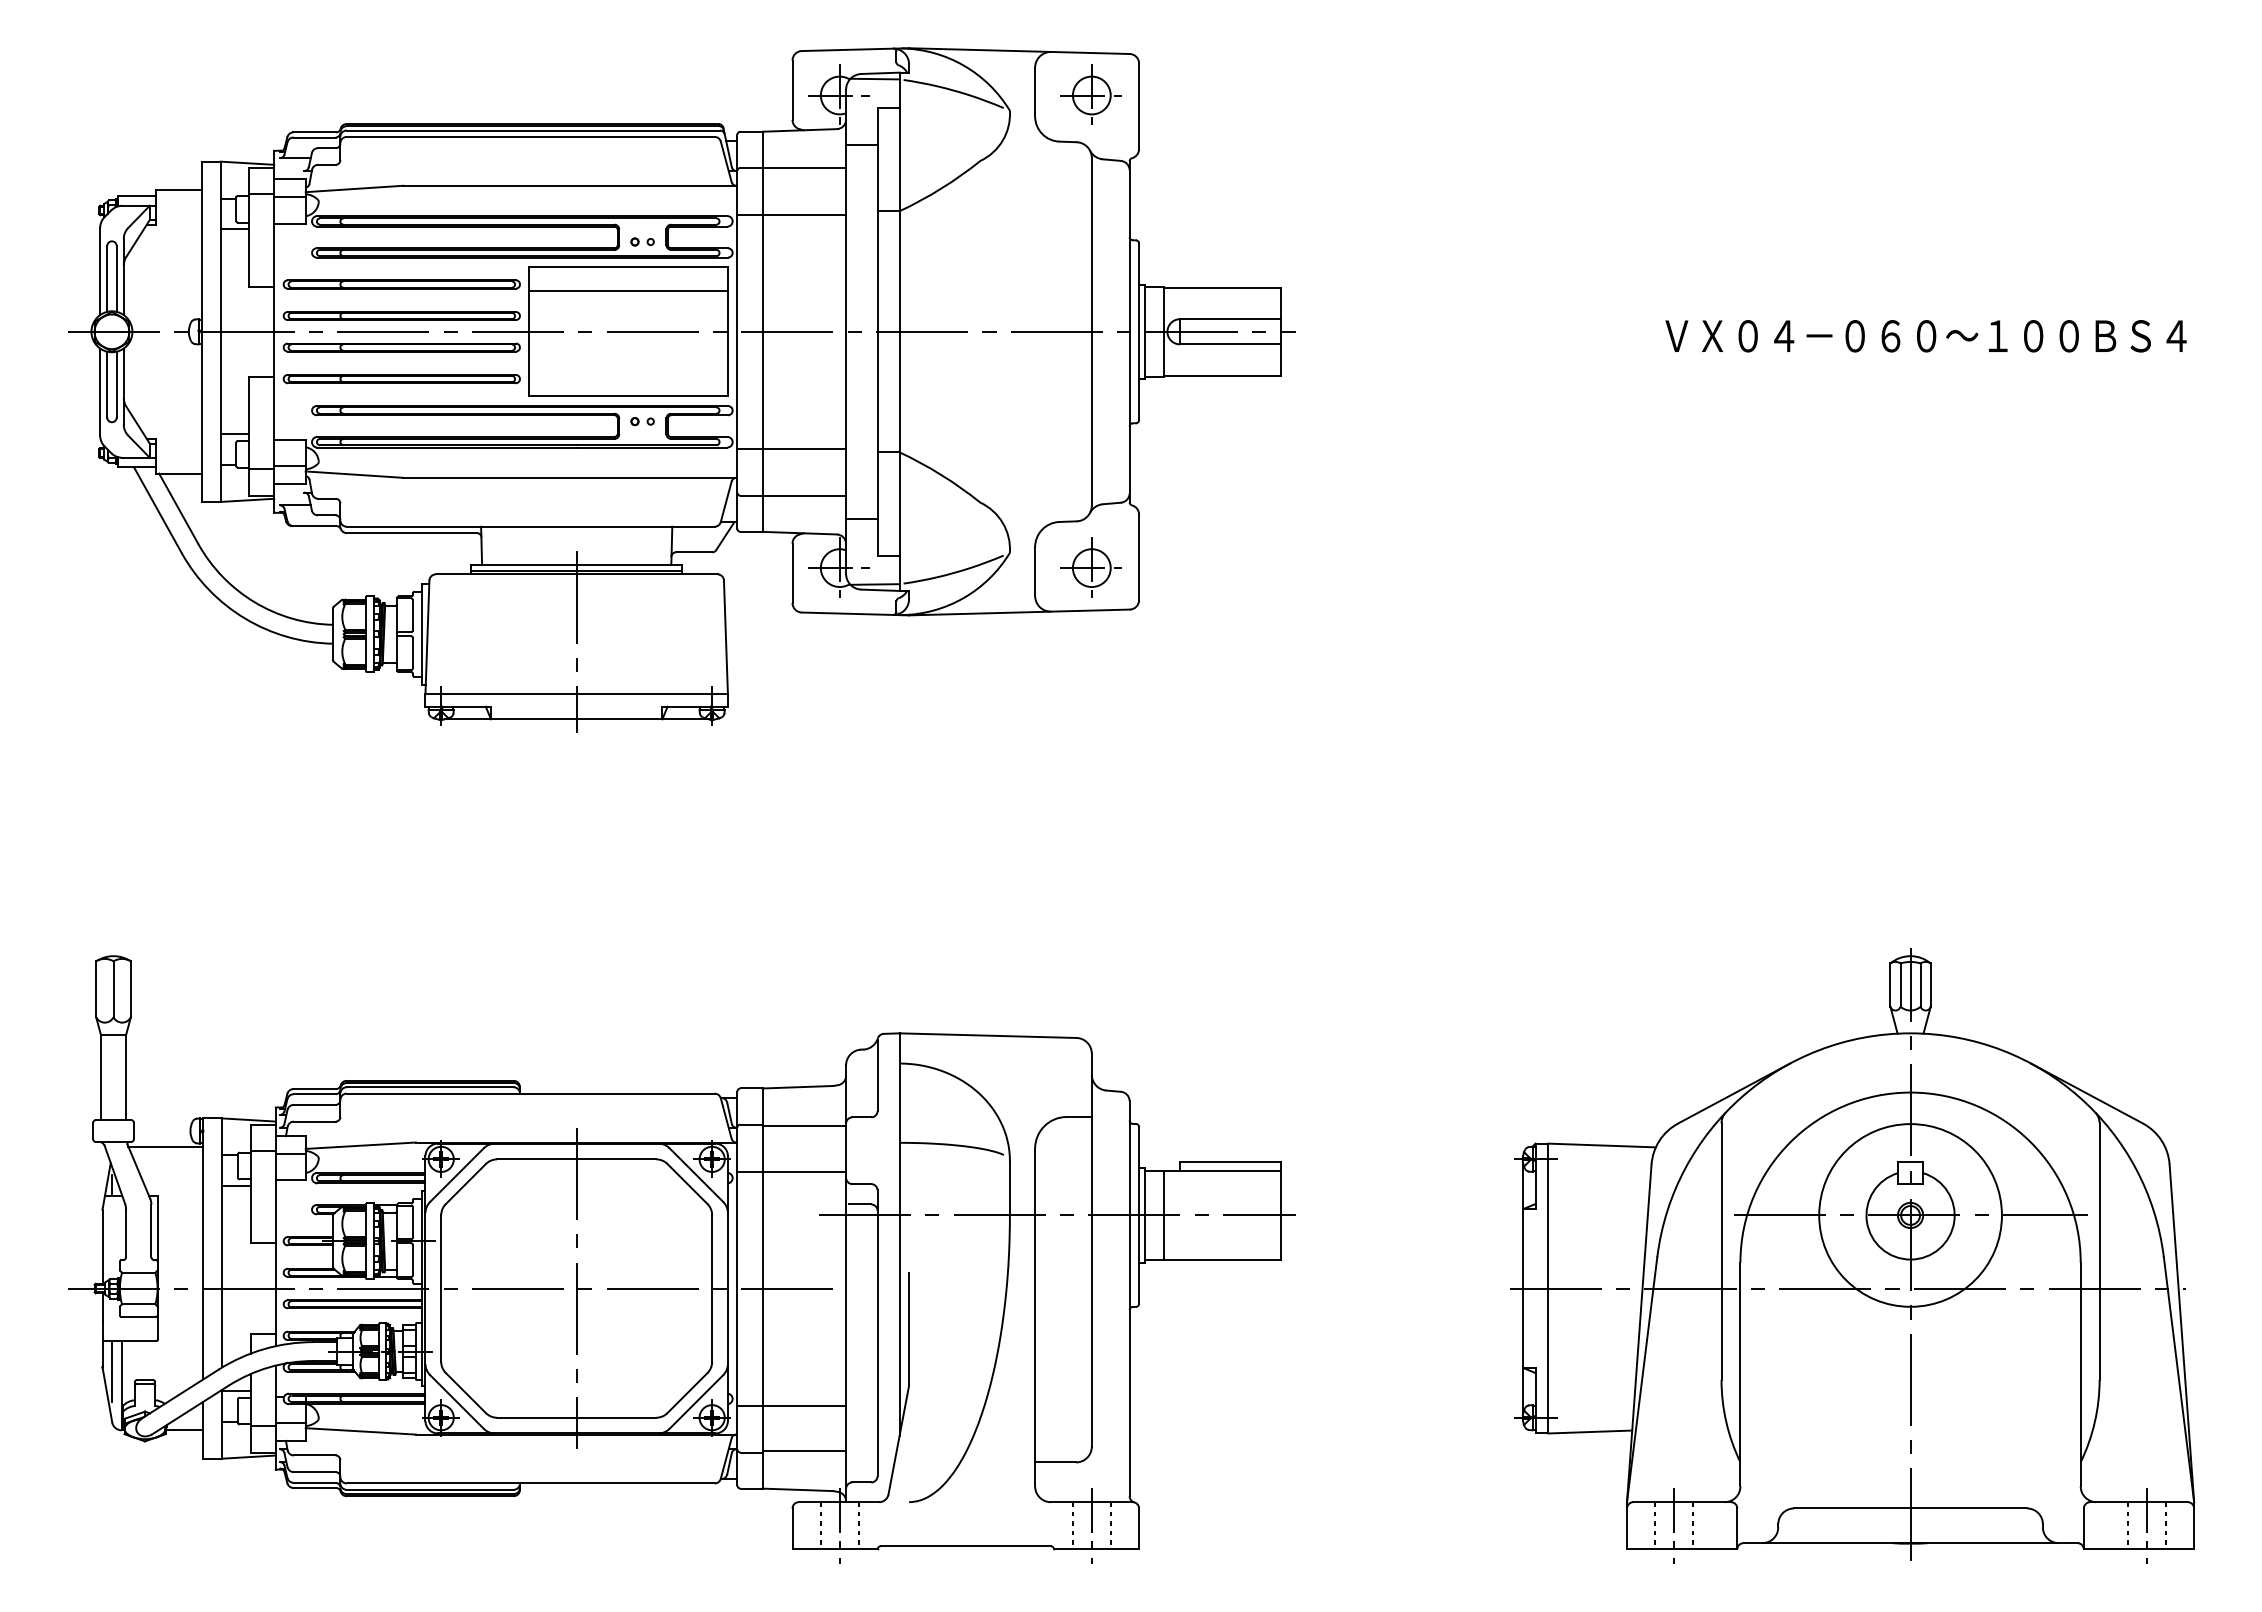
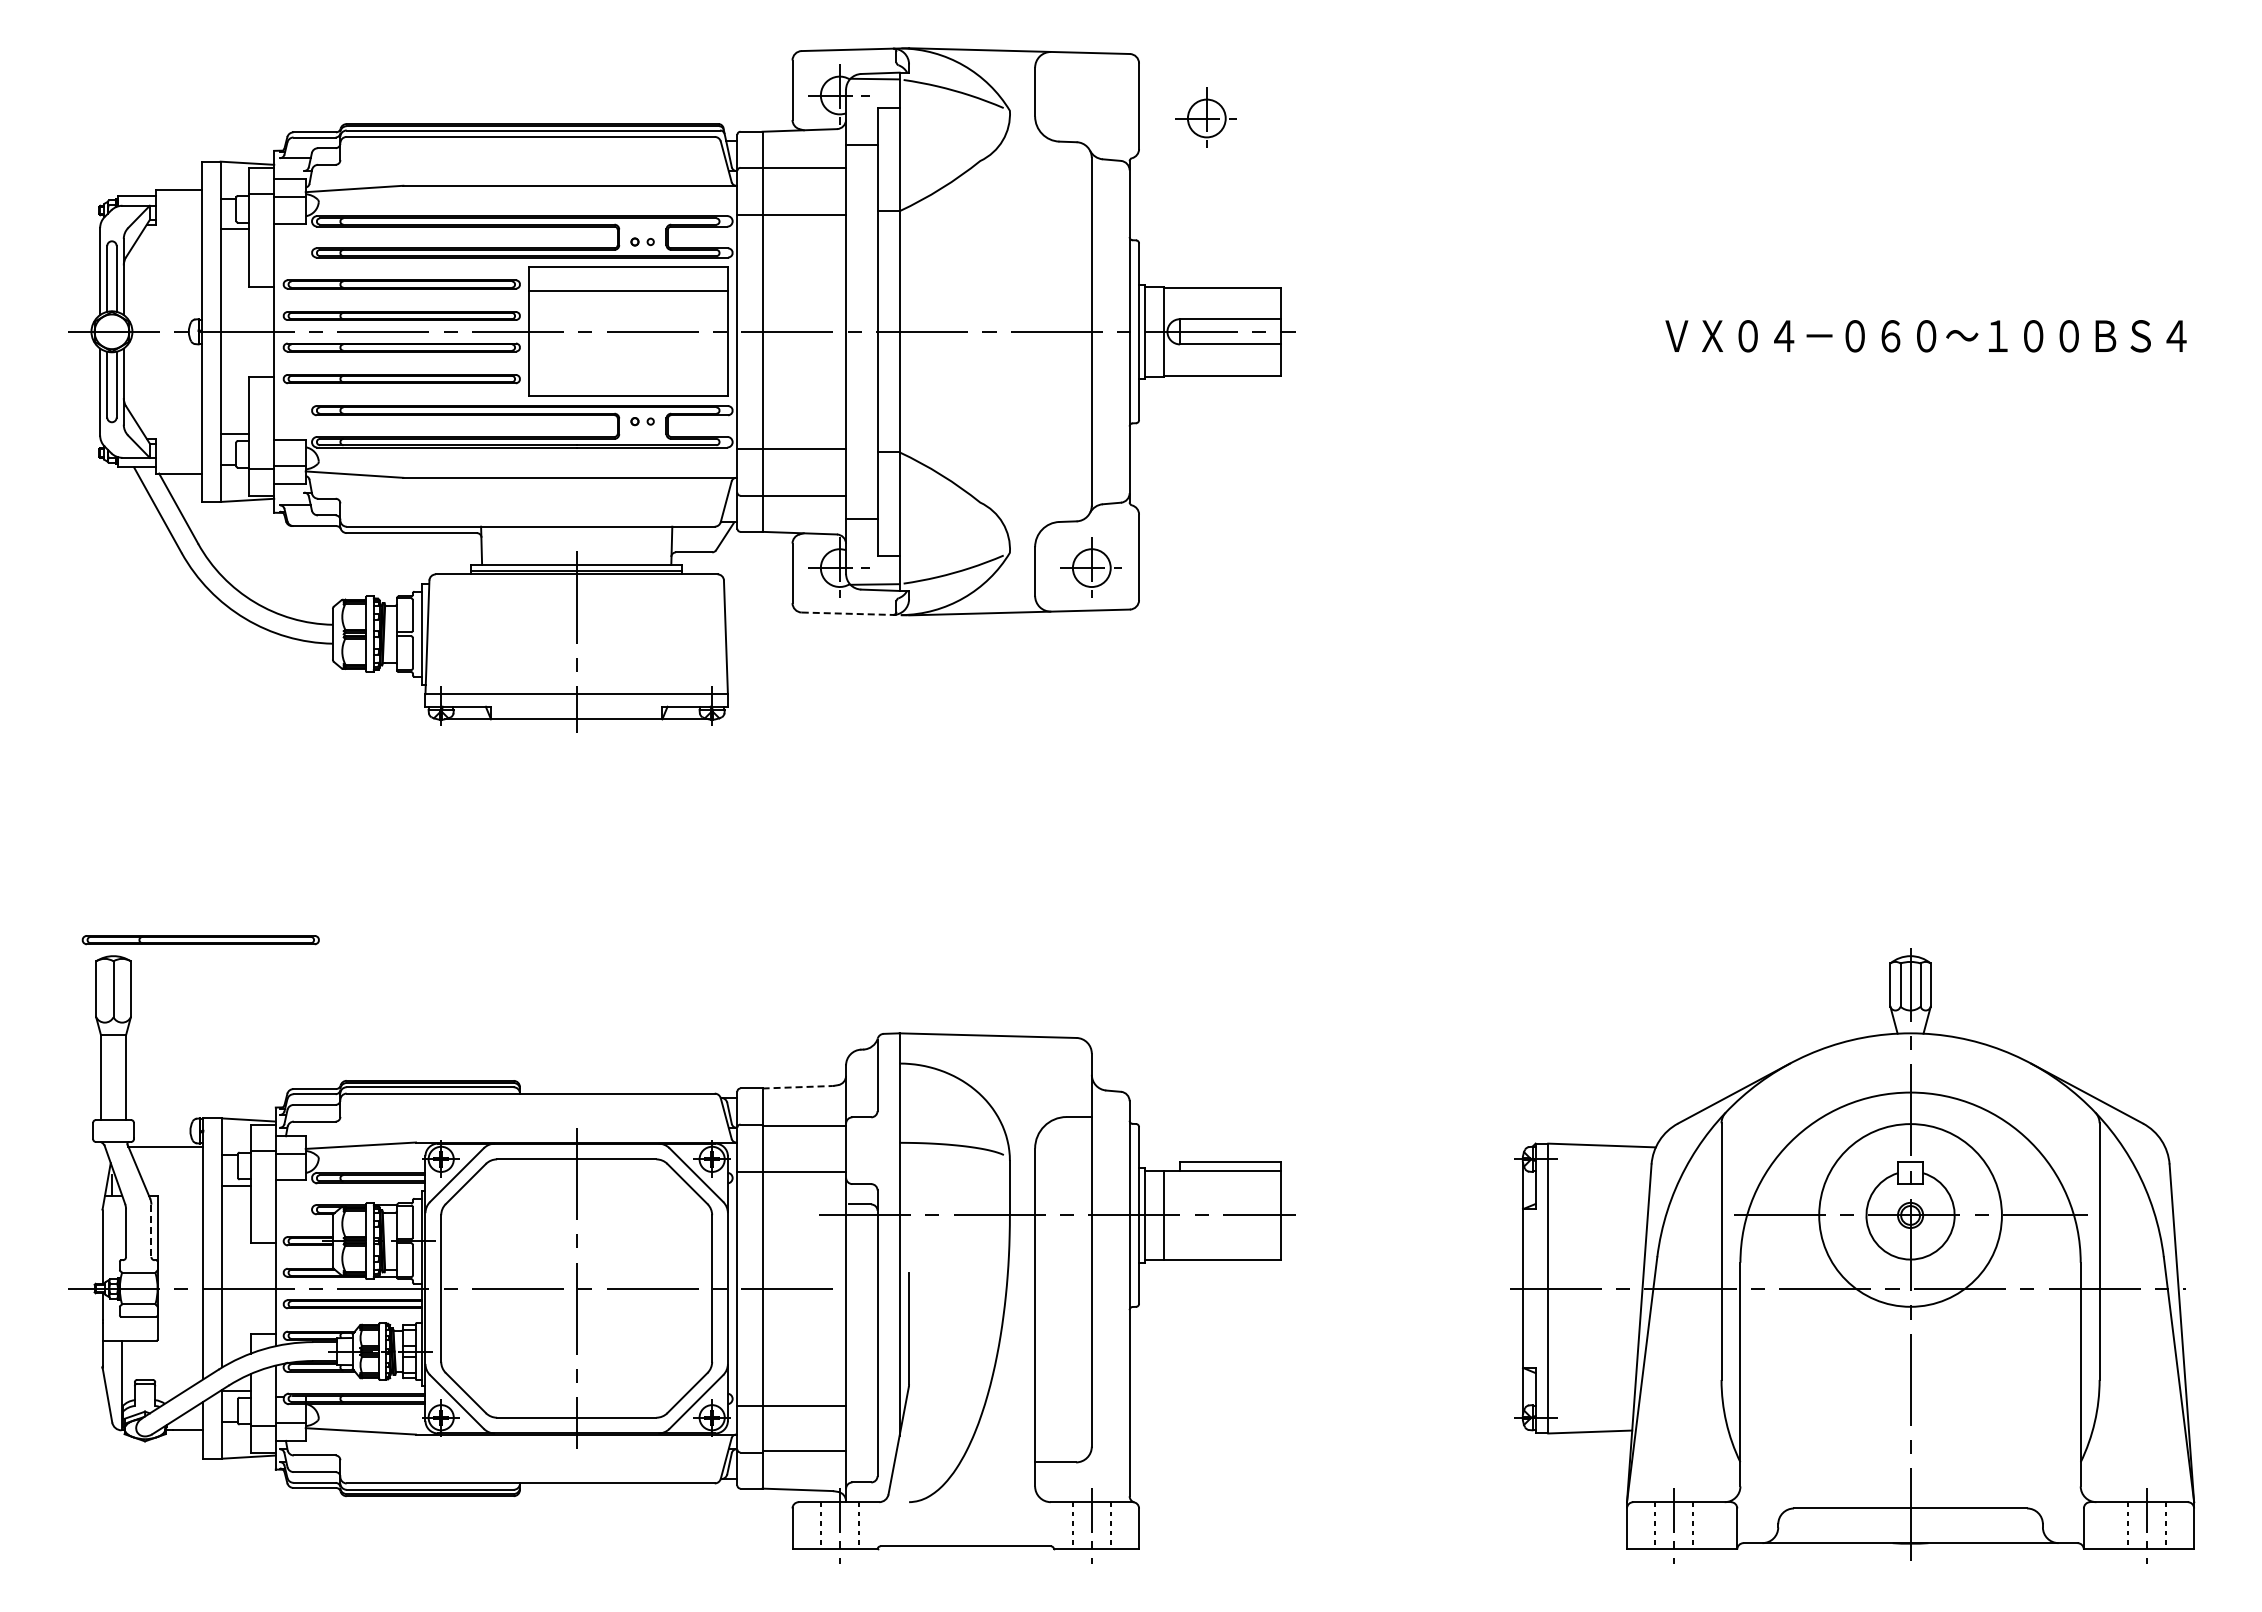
part at (1090, 94) position: (1090, 94) -> (1205, 117)
line at (855, 613): solid -> dashed
part at (200, 940): none -> present
line at (797, 1087): solid -> dashed
line at (151, 1231): solid -> dashed
line at (112, 1370): present -> none
